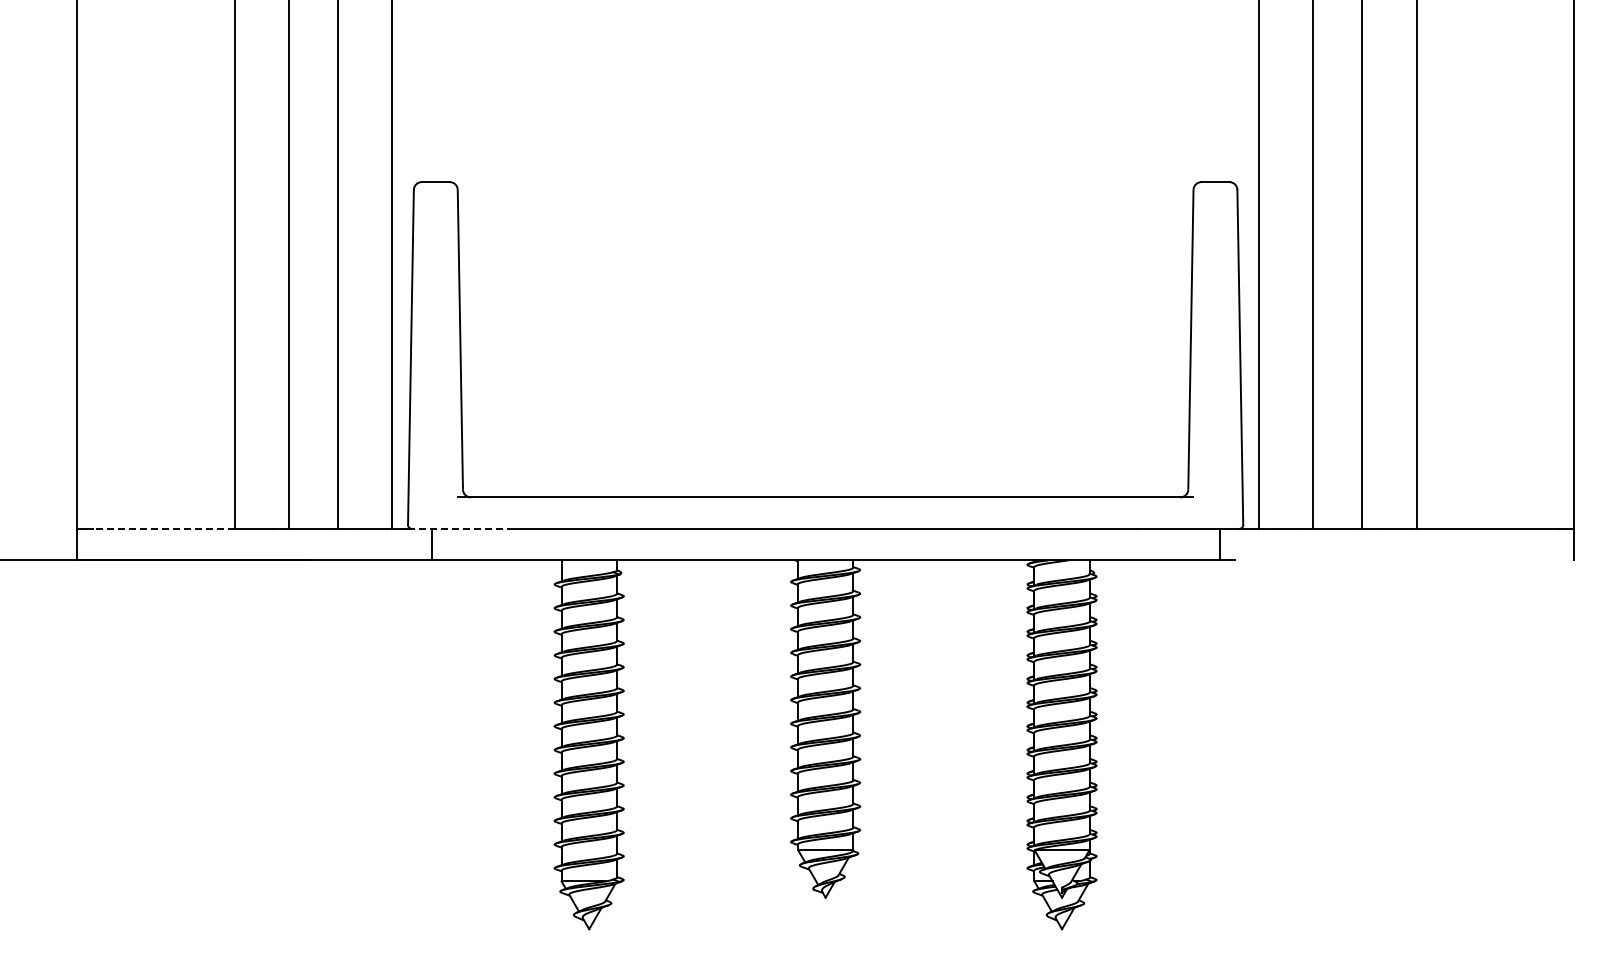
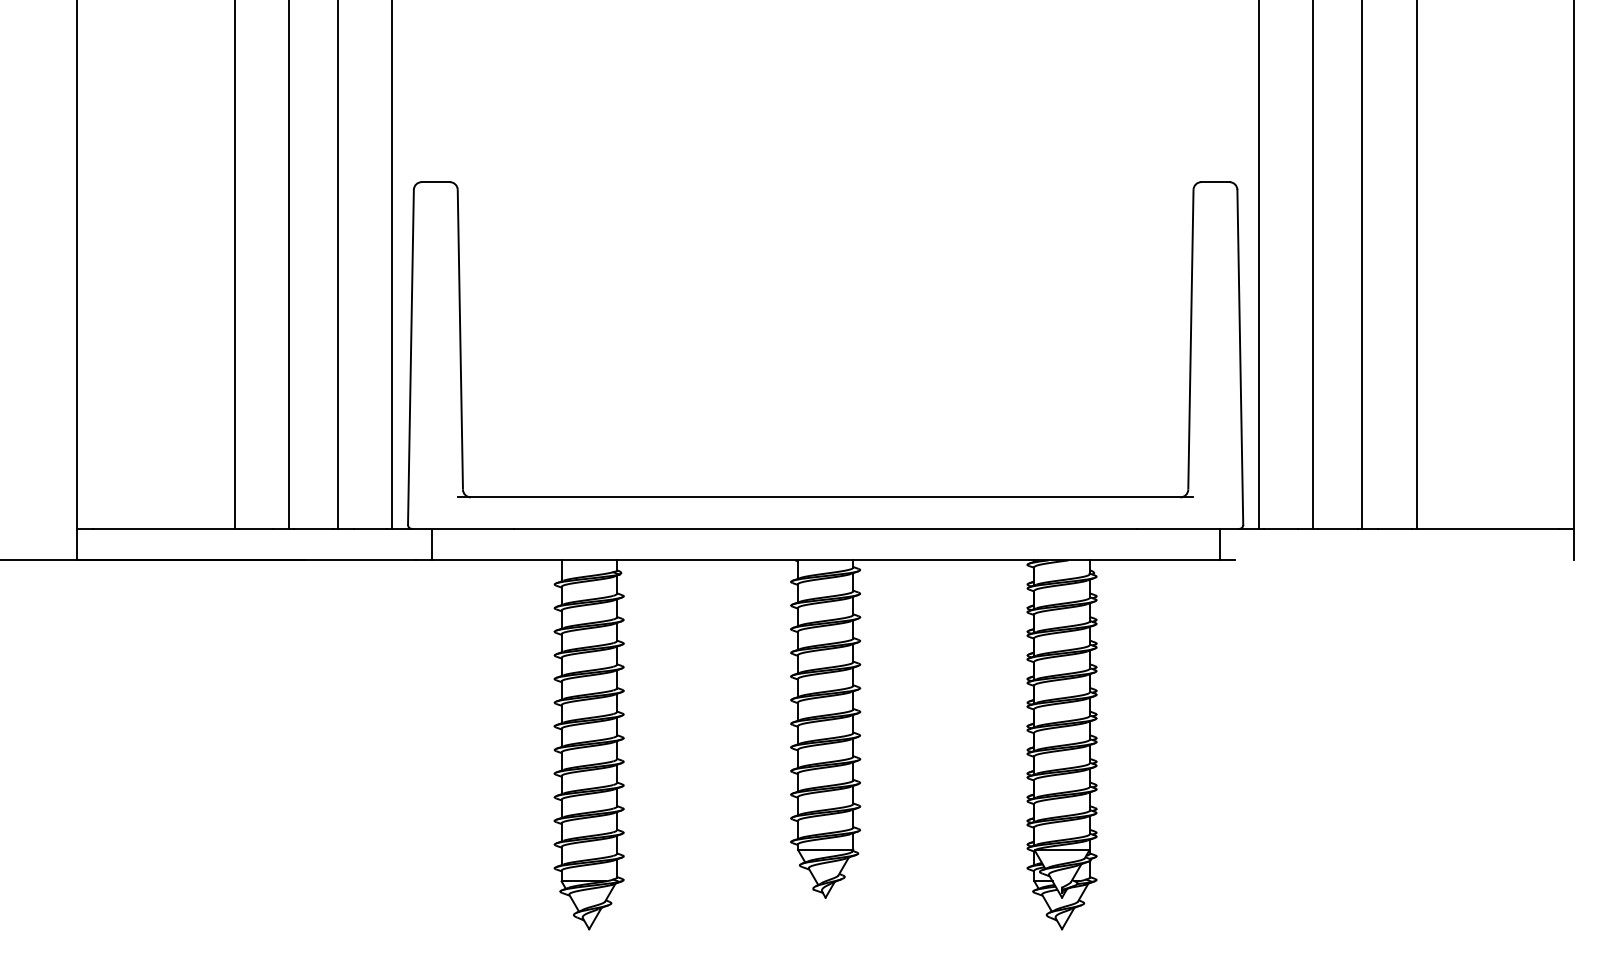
line at (163, 528): dashed -> solid
line at (462, 528): dashed -> solid
